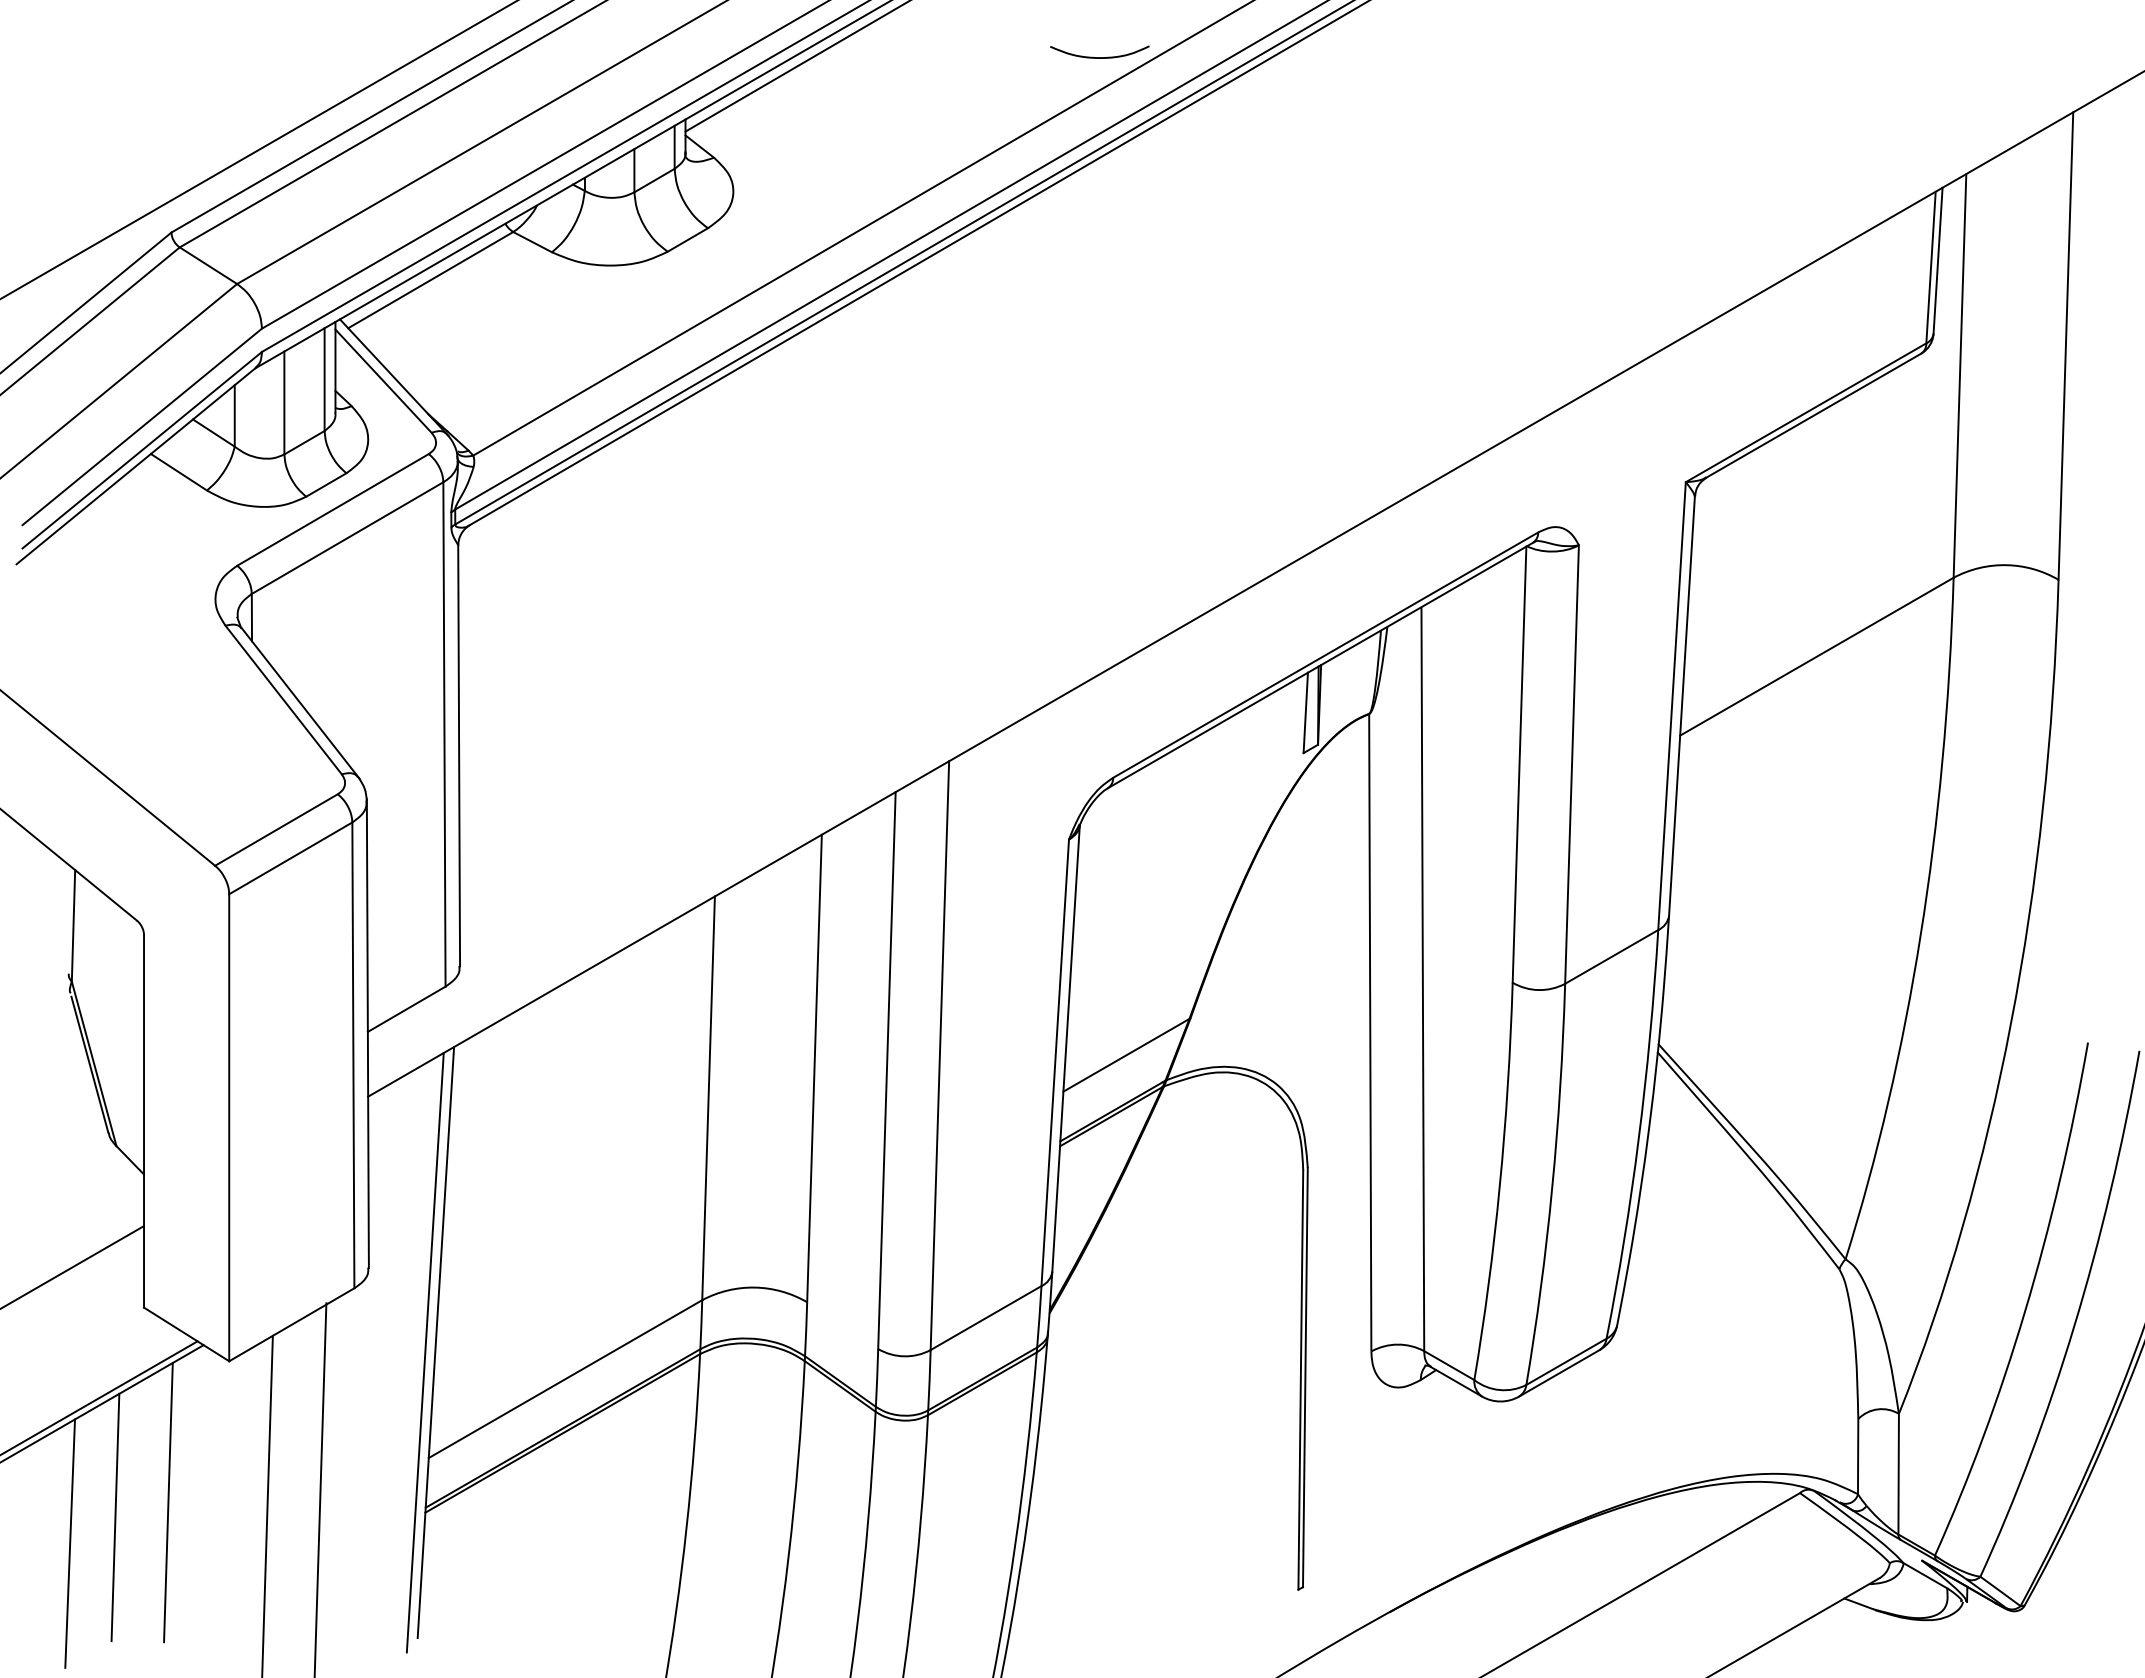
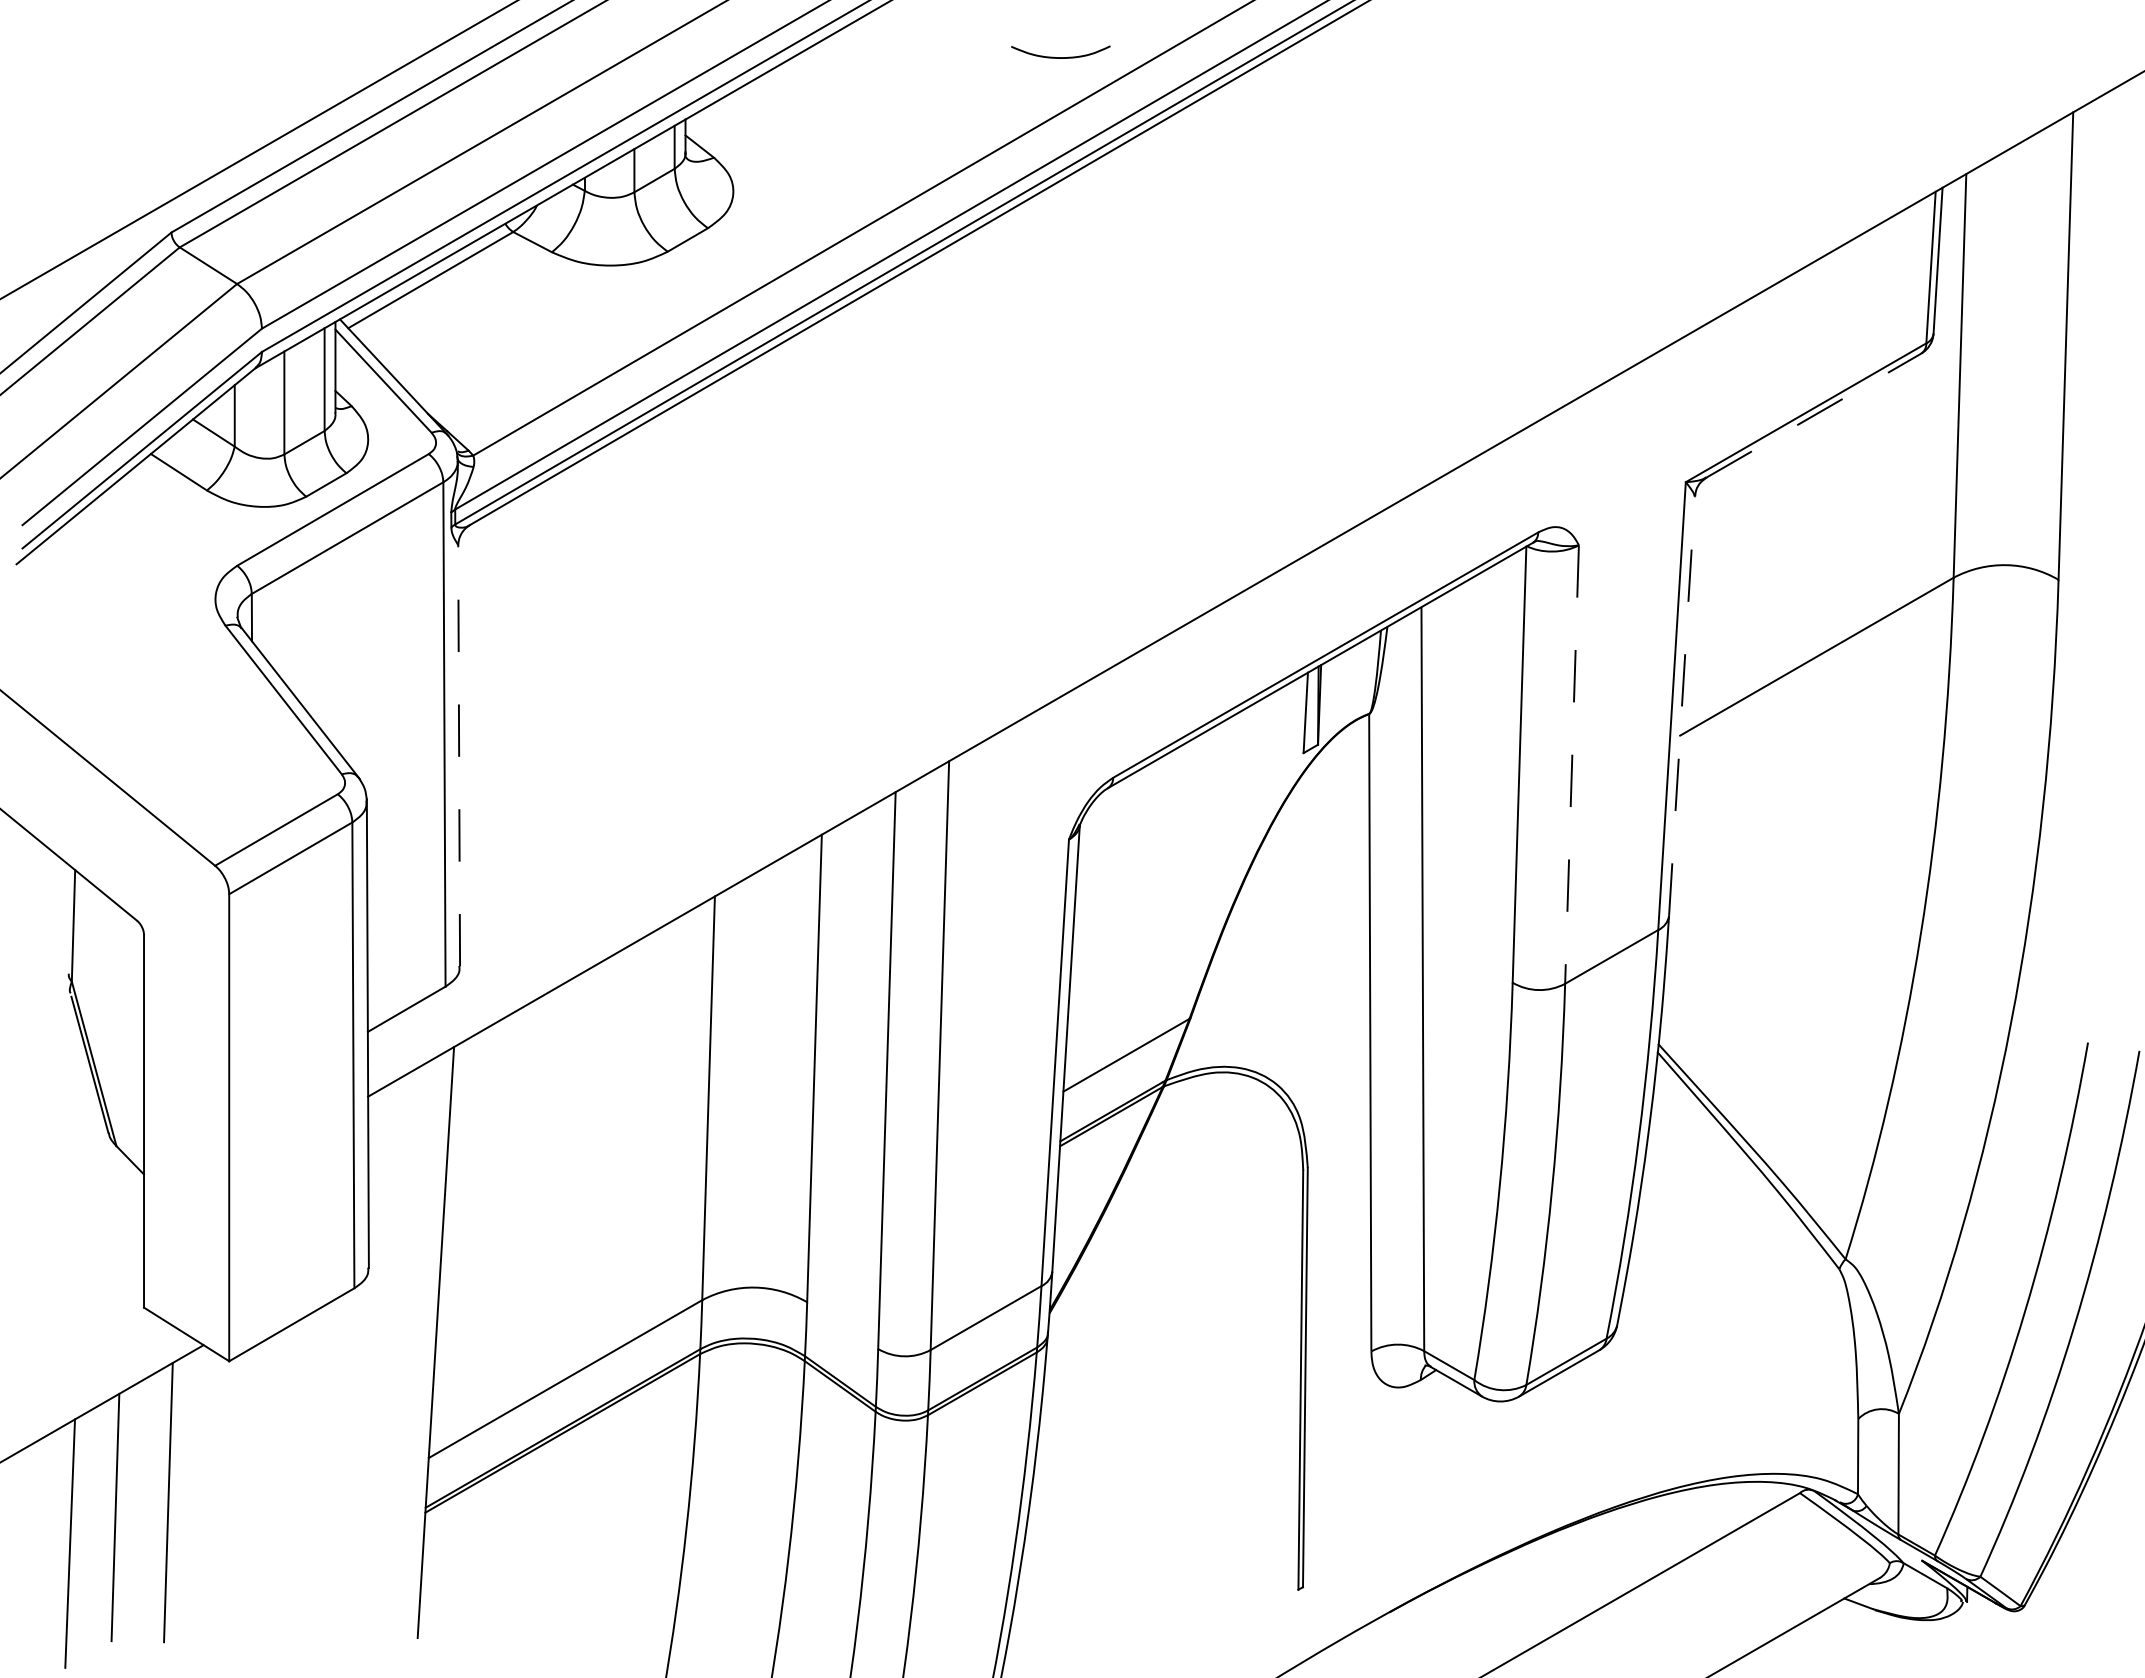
curve at (1099, 57) position: (1099, 57) -> (1060, 57)
line at (795, 66): present -> none
line at (1813, 415): solid -> dashed
line at (1682, 706): solid -> dashed
line at (459, 755): solid -> dashed
line at (1572, 765): solid -> dashed
line at (73, 1266): present -> none
line at (424, 1352): present -> none
line at (99, 1397): present -> none
line at (320, 1488): present -> none
line at (267, 1504): present -> none
